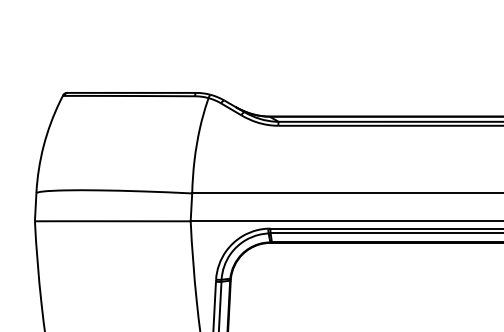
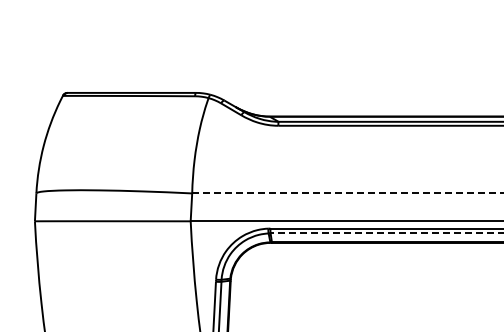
line at (348, 193): solid -> dashed
line at (386, 233): solid -> dashed
